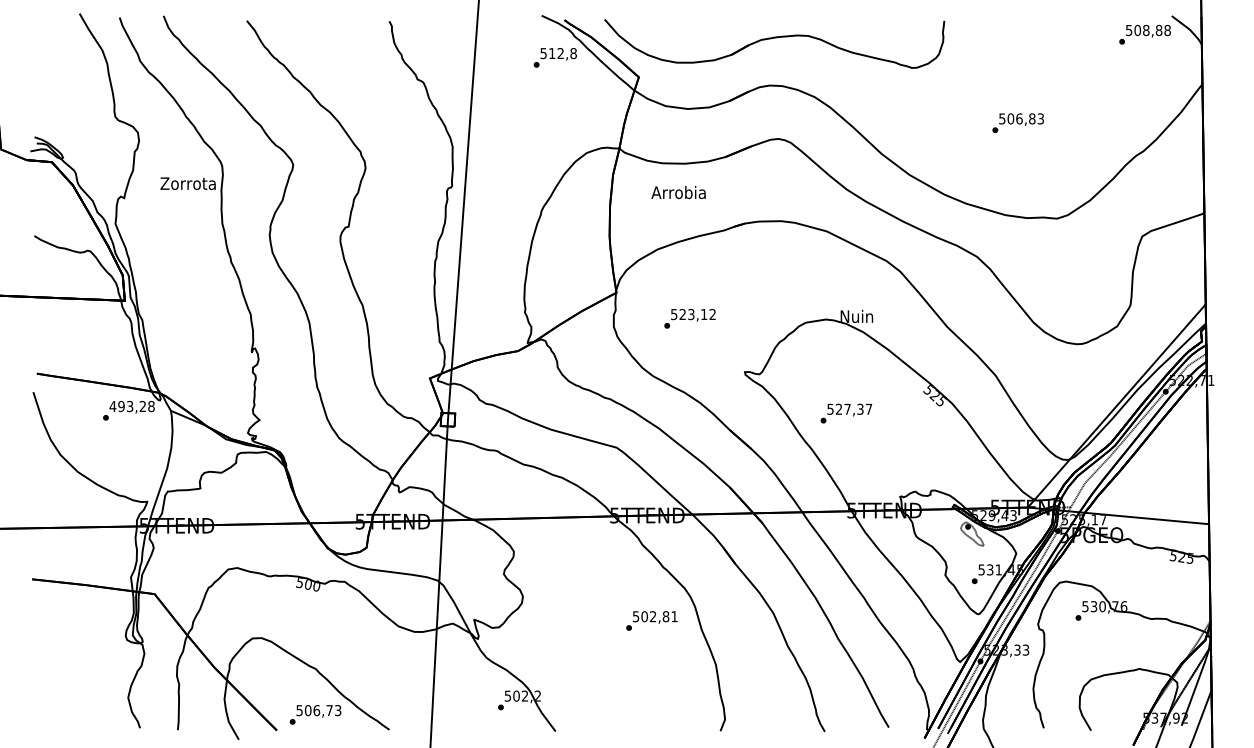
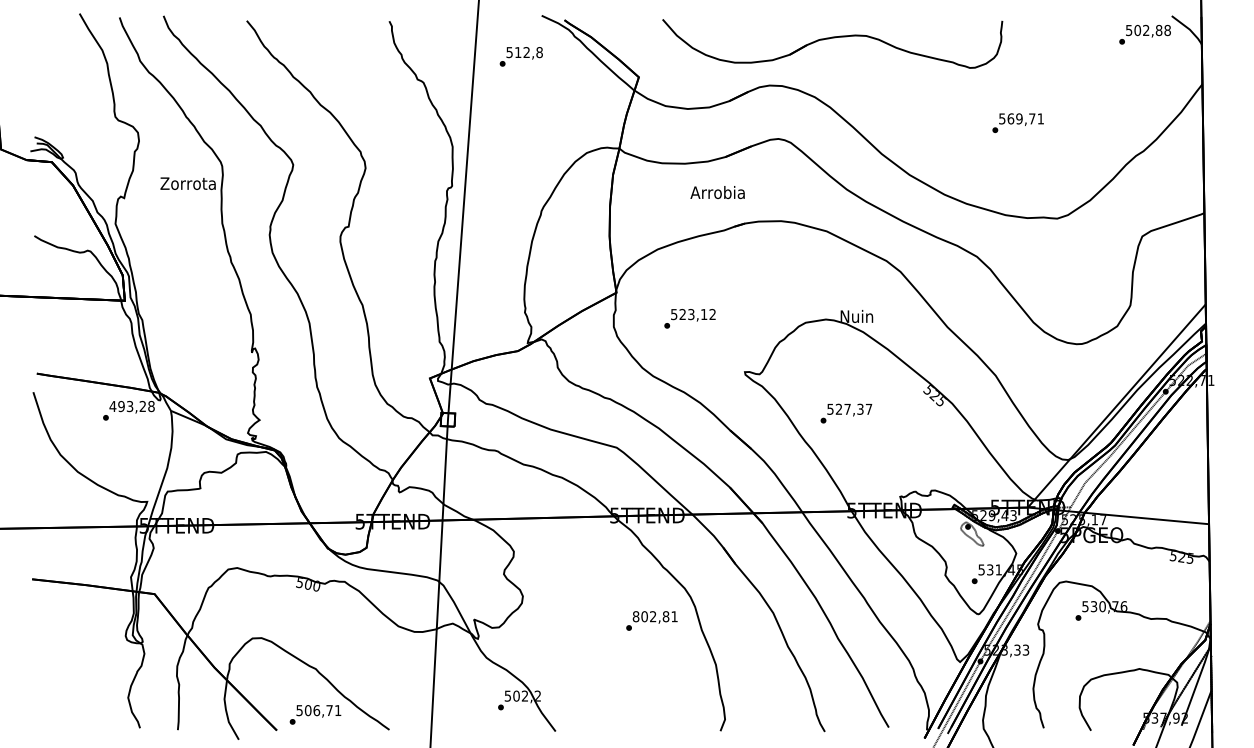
text at (1146, 30): 508,88 -> 502,88
part at (774, 43) position: (774, 43) -> (832, 43)
text at (554, 57) position: (554, 57) -> (520, 56)
text at (1025, 118): 506,83 -> 569,71
text at (678, 192) position: (678, 192) -> (717, 192)
text at (635, 616): 502,81 -> 802,81
text at (338, 710): 506,73 -> 506,71
